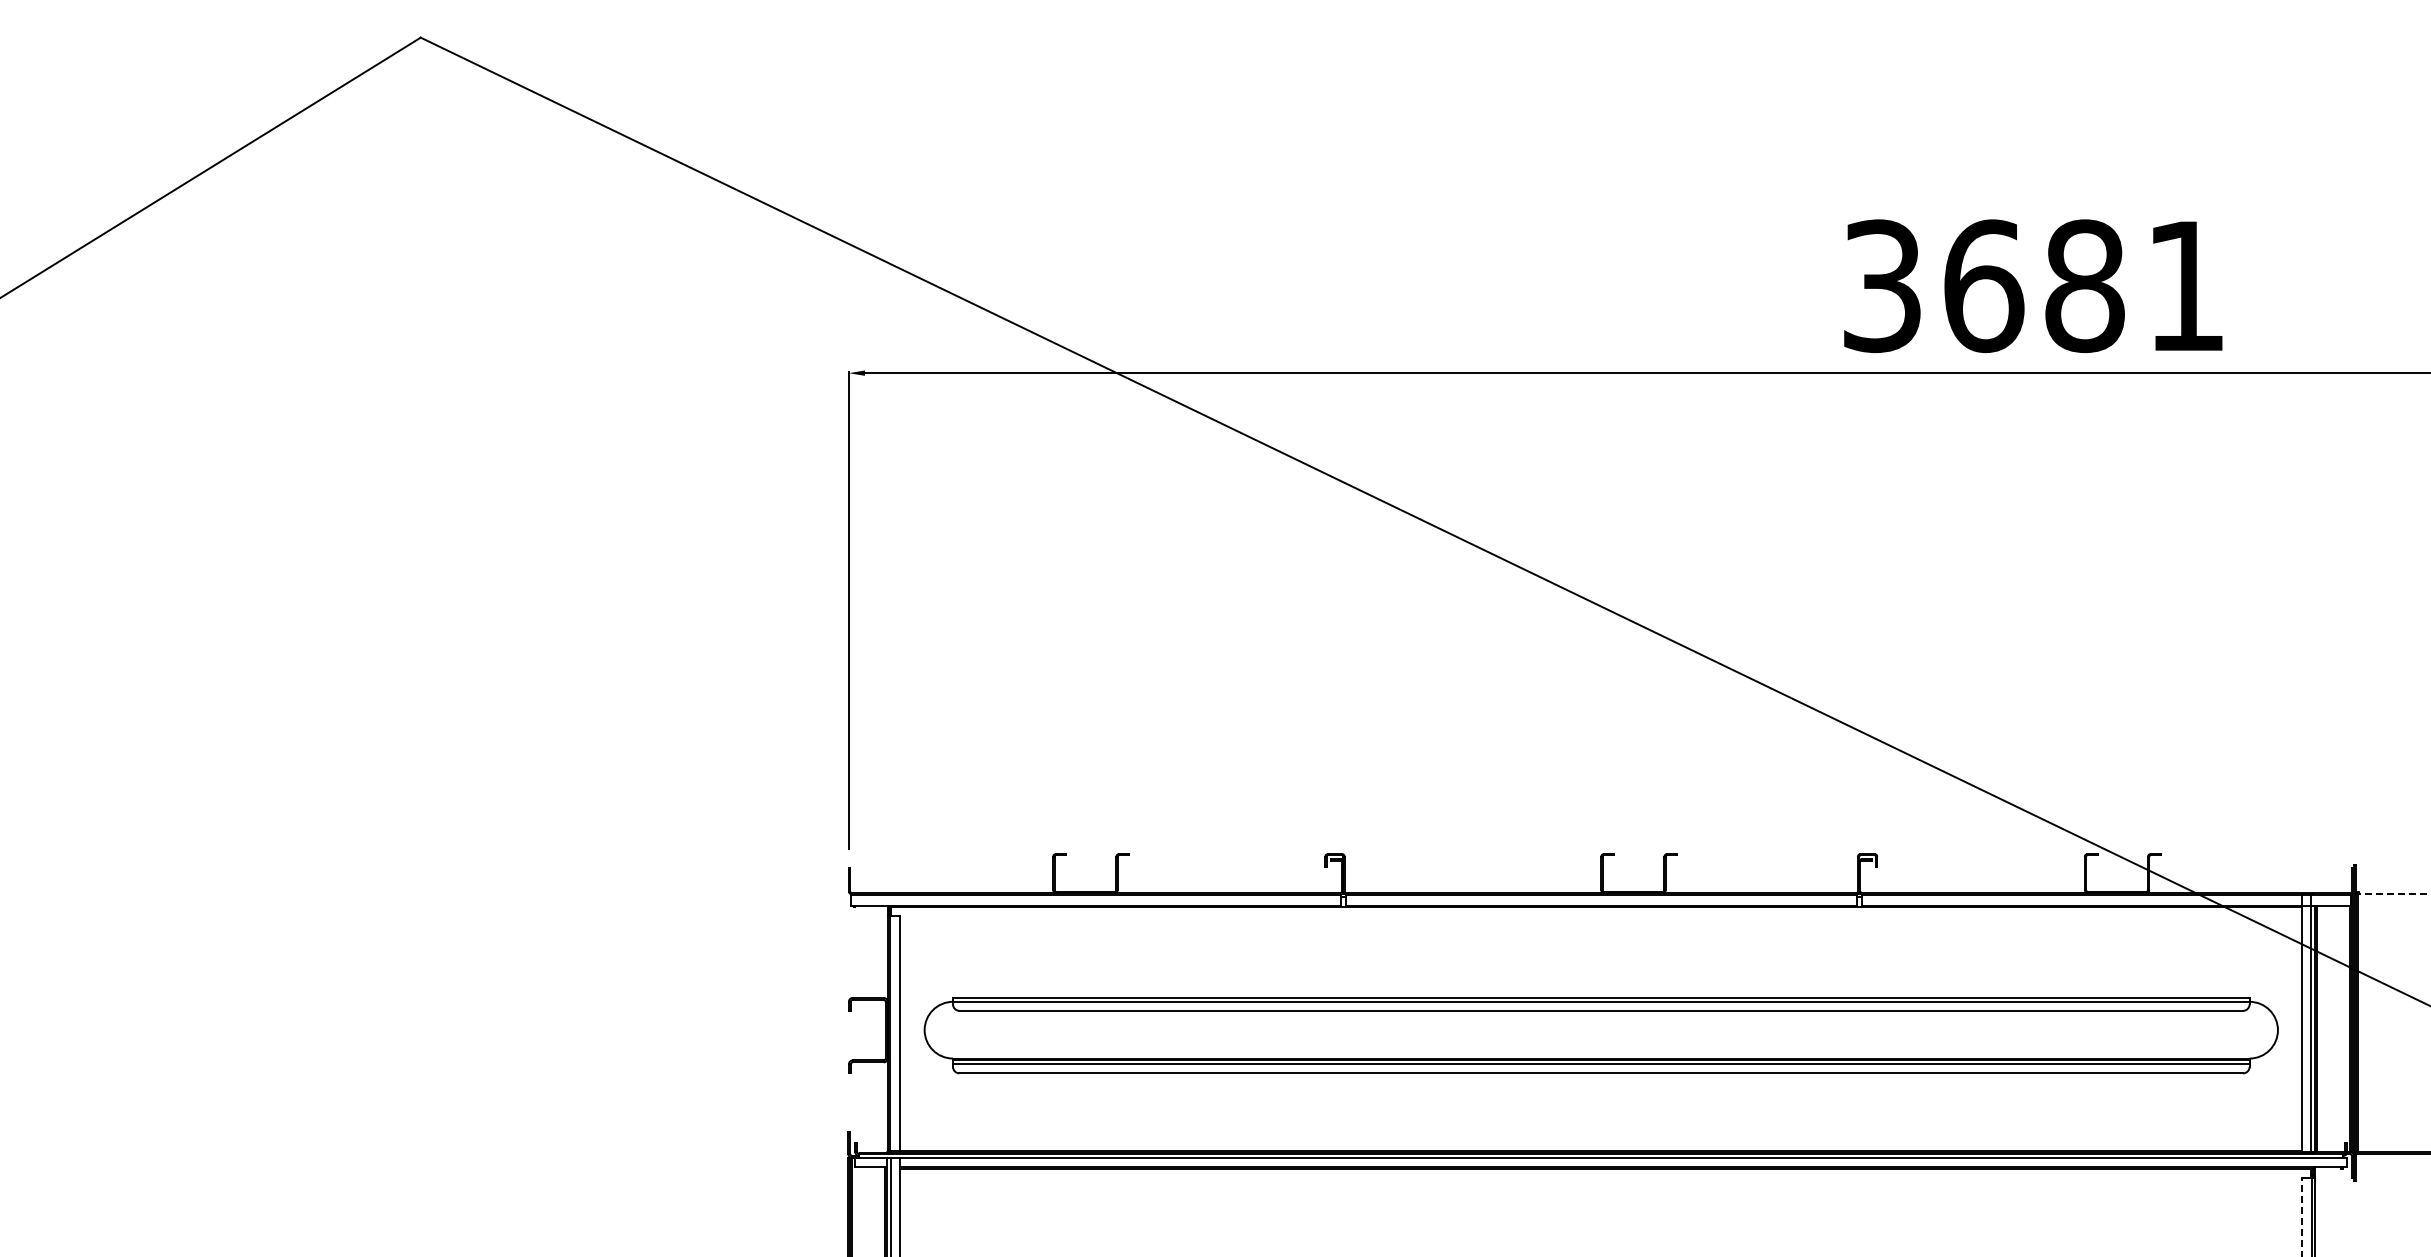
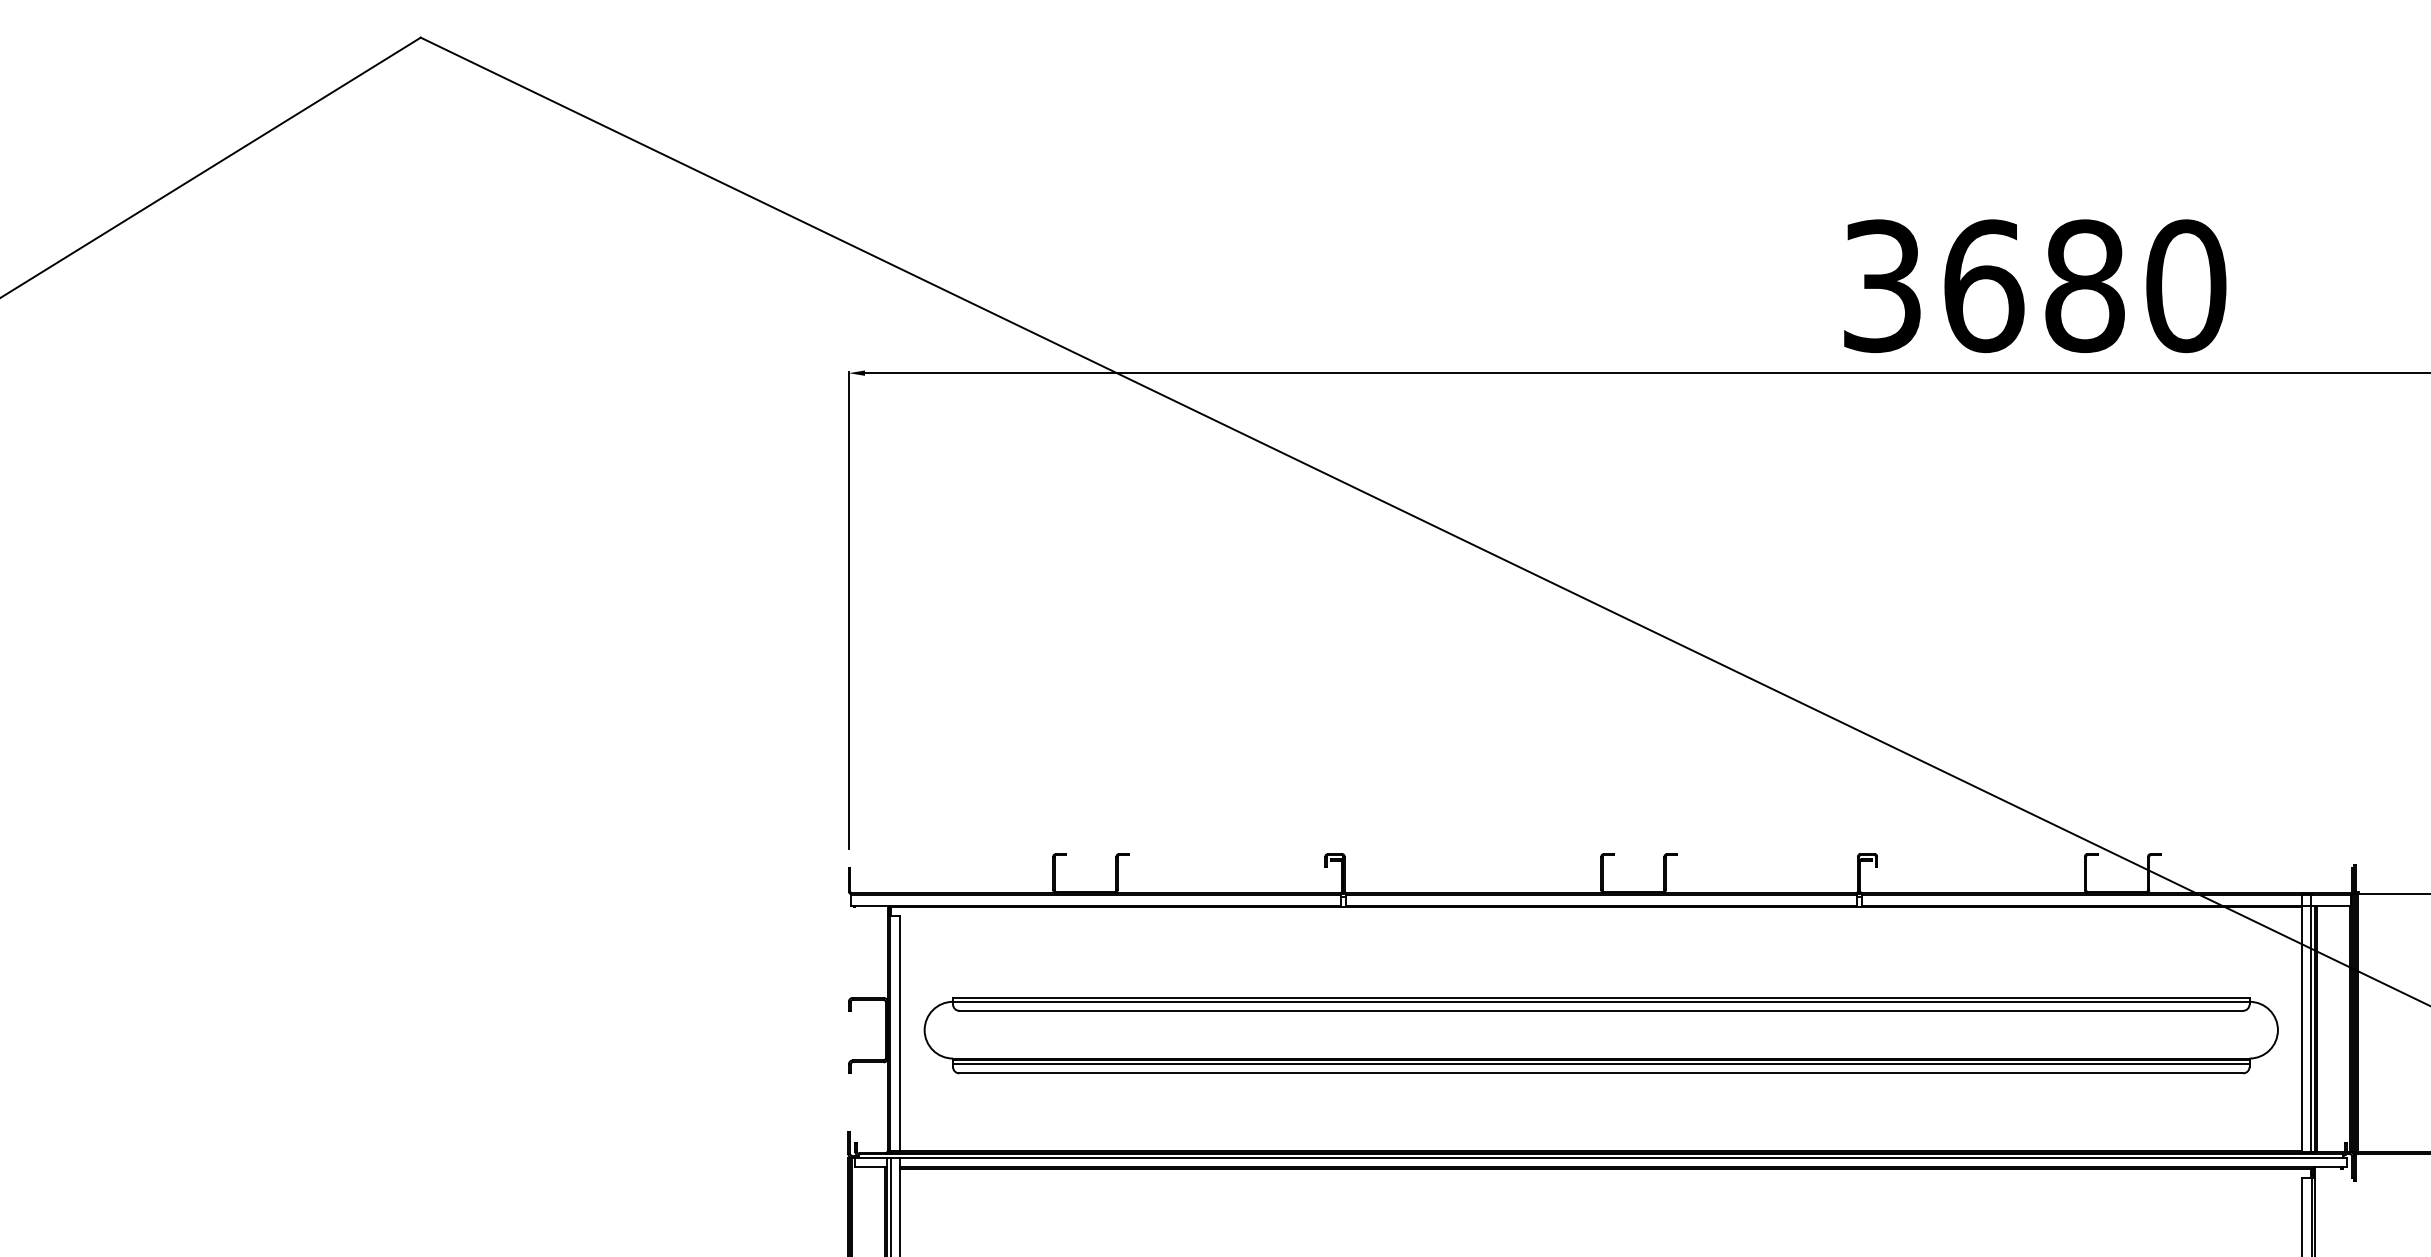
text at (2186, 286): 3681 -> 3680
line at (2393, 894): dashed -> solid
line at (2302, 1216): dashed -> solid
